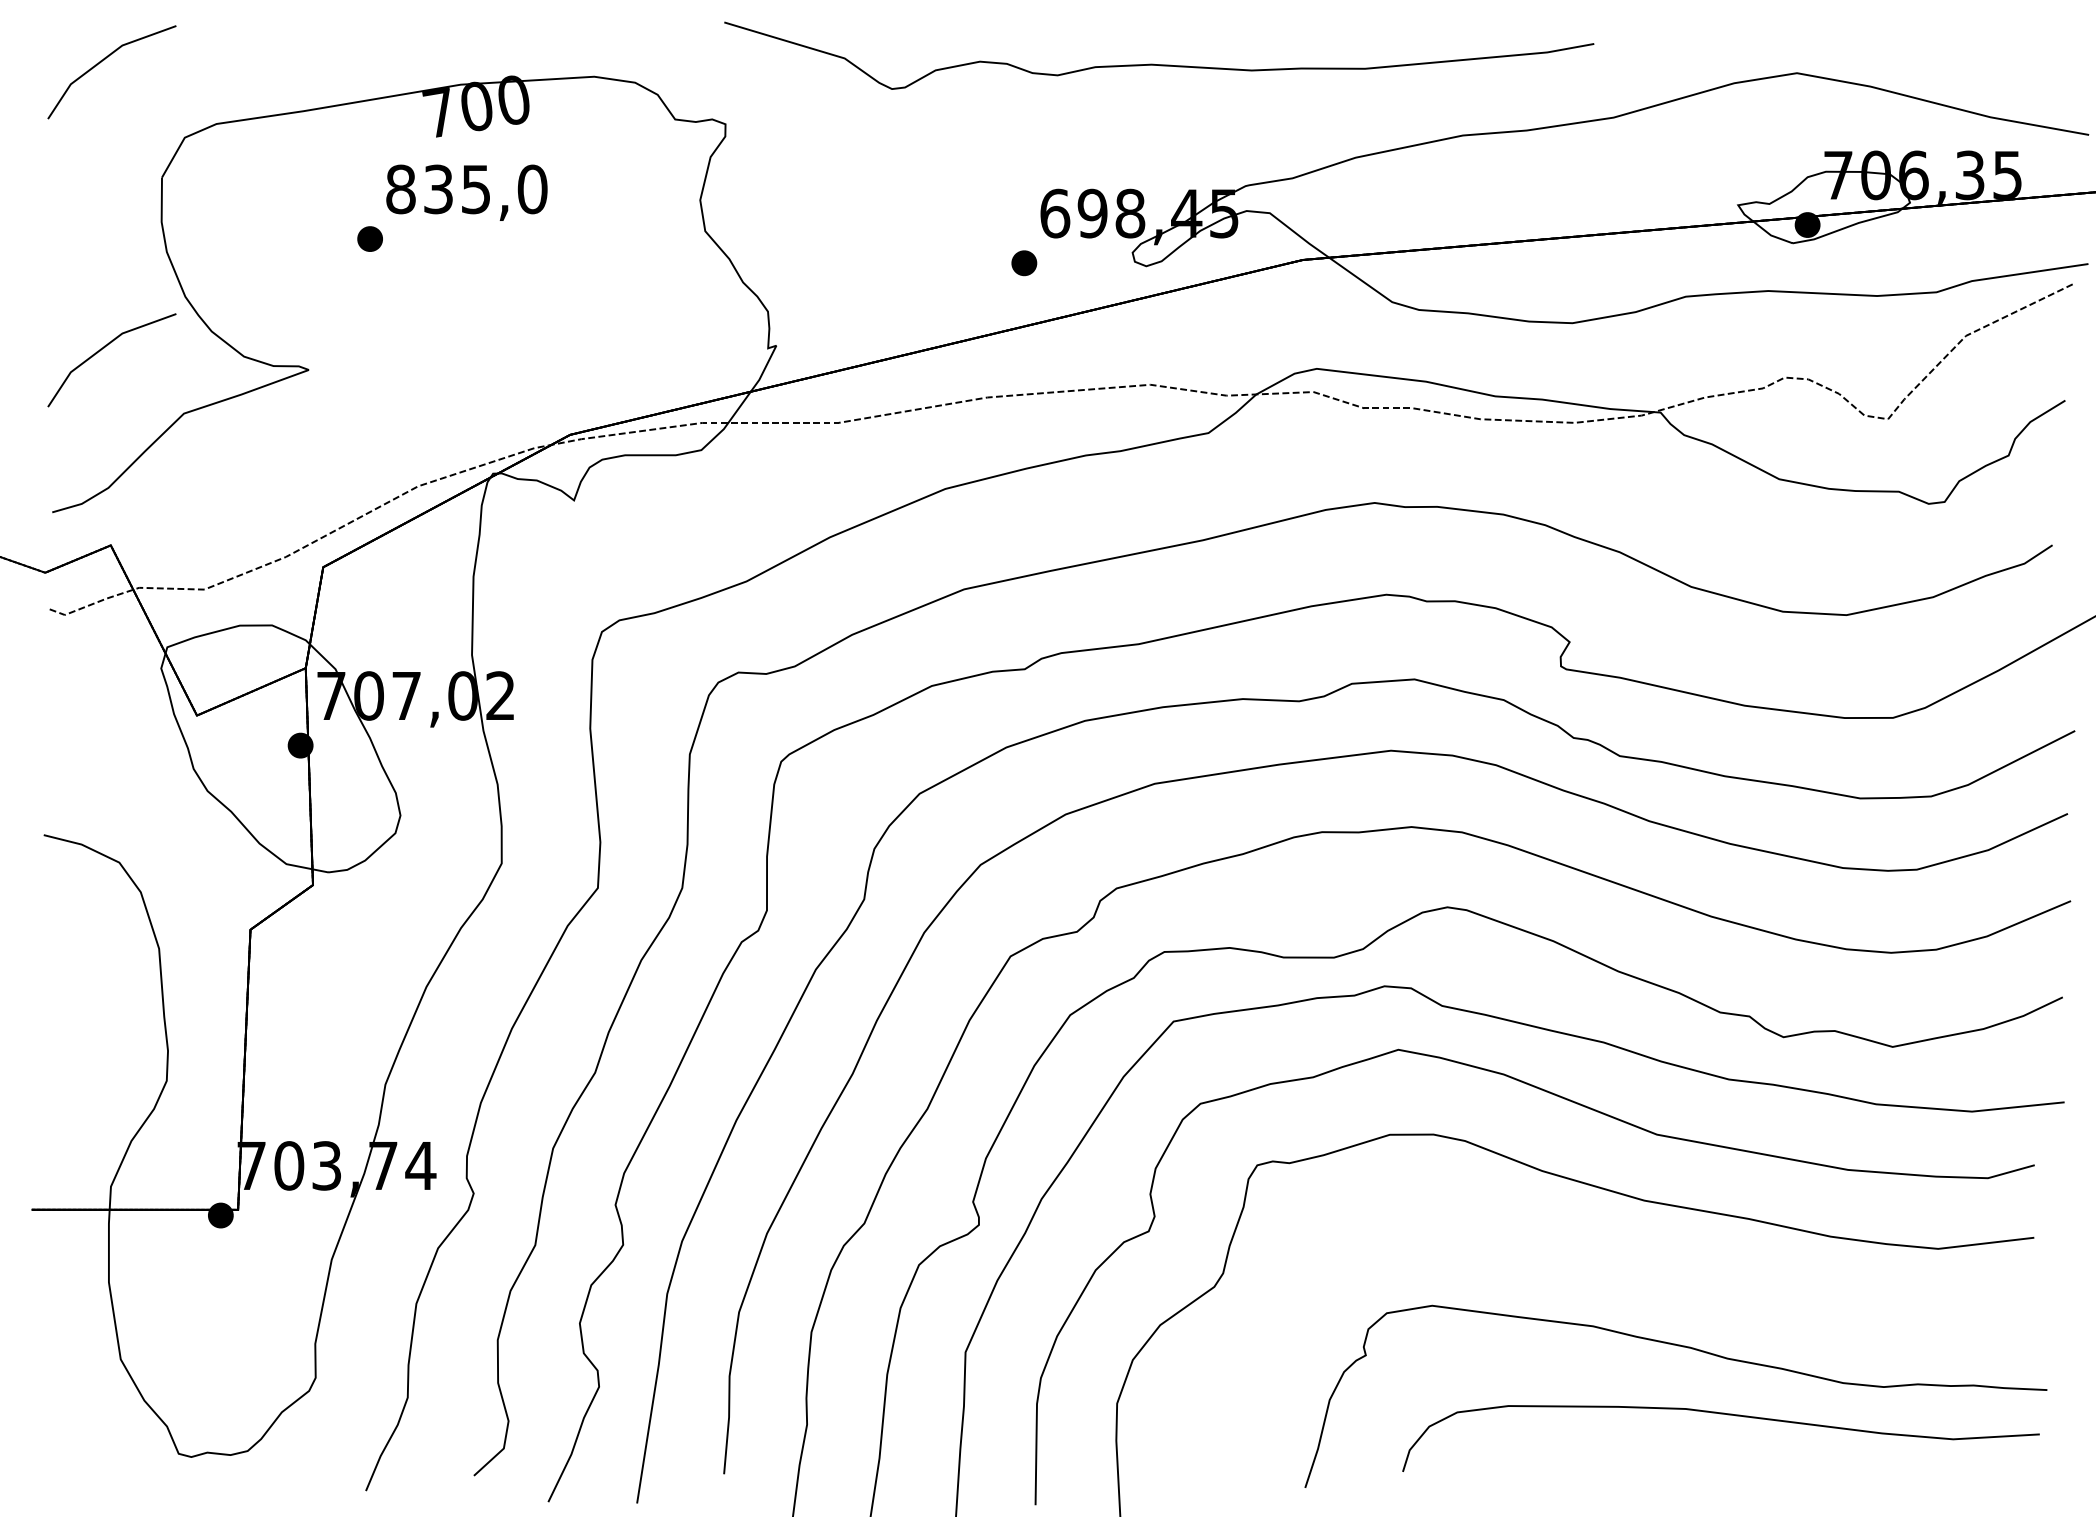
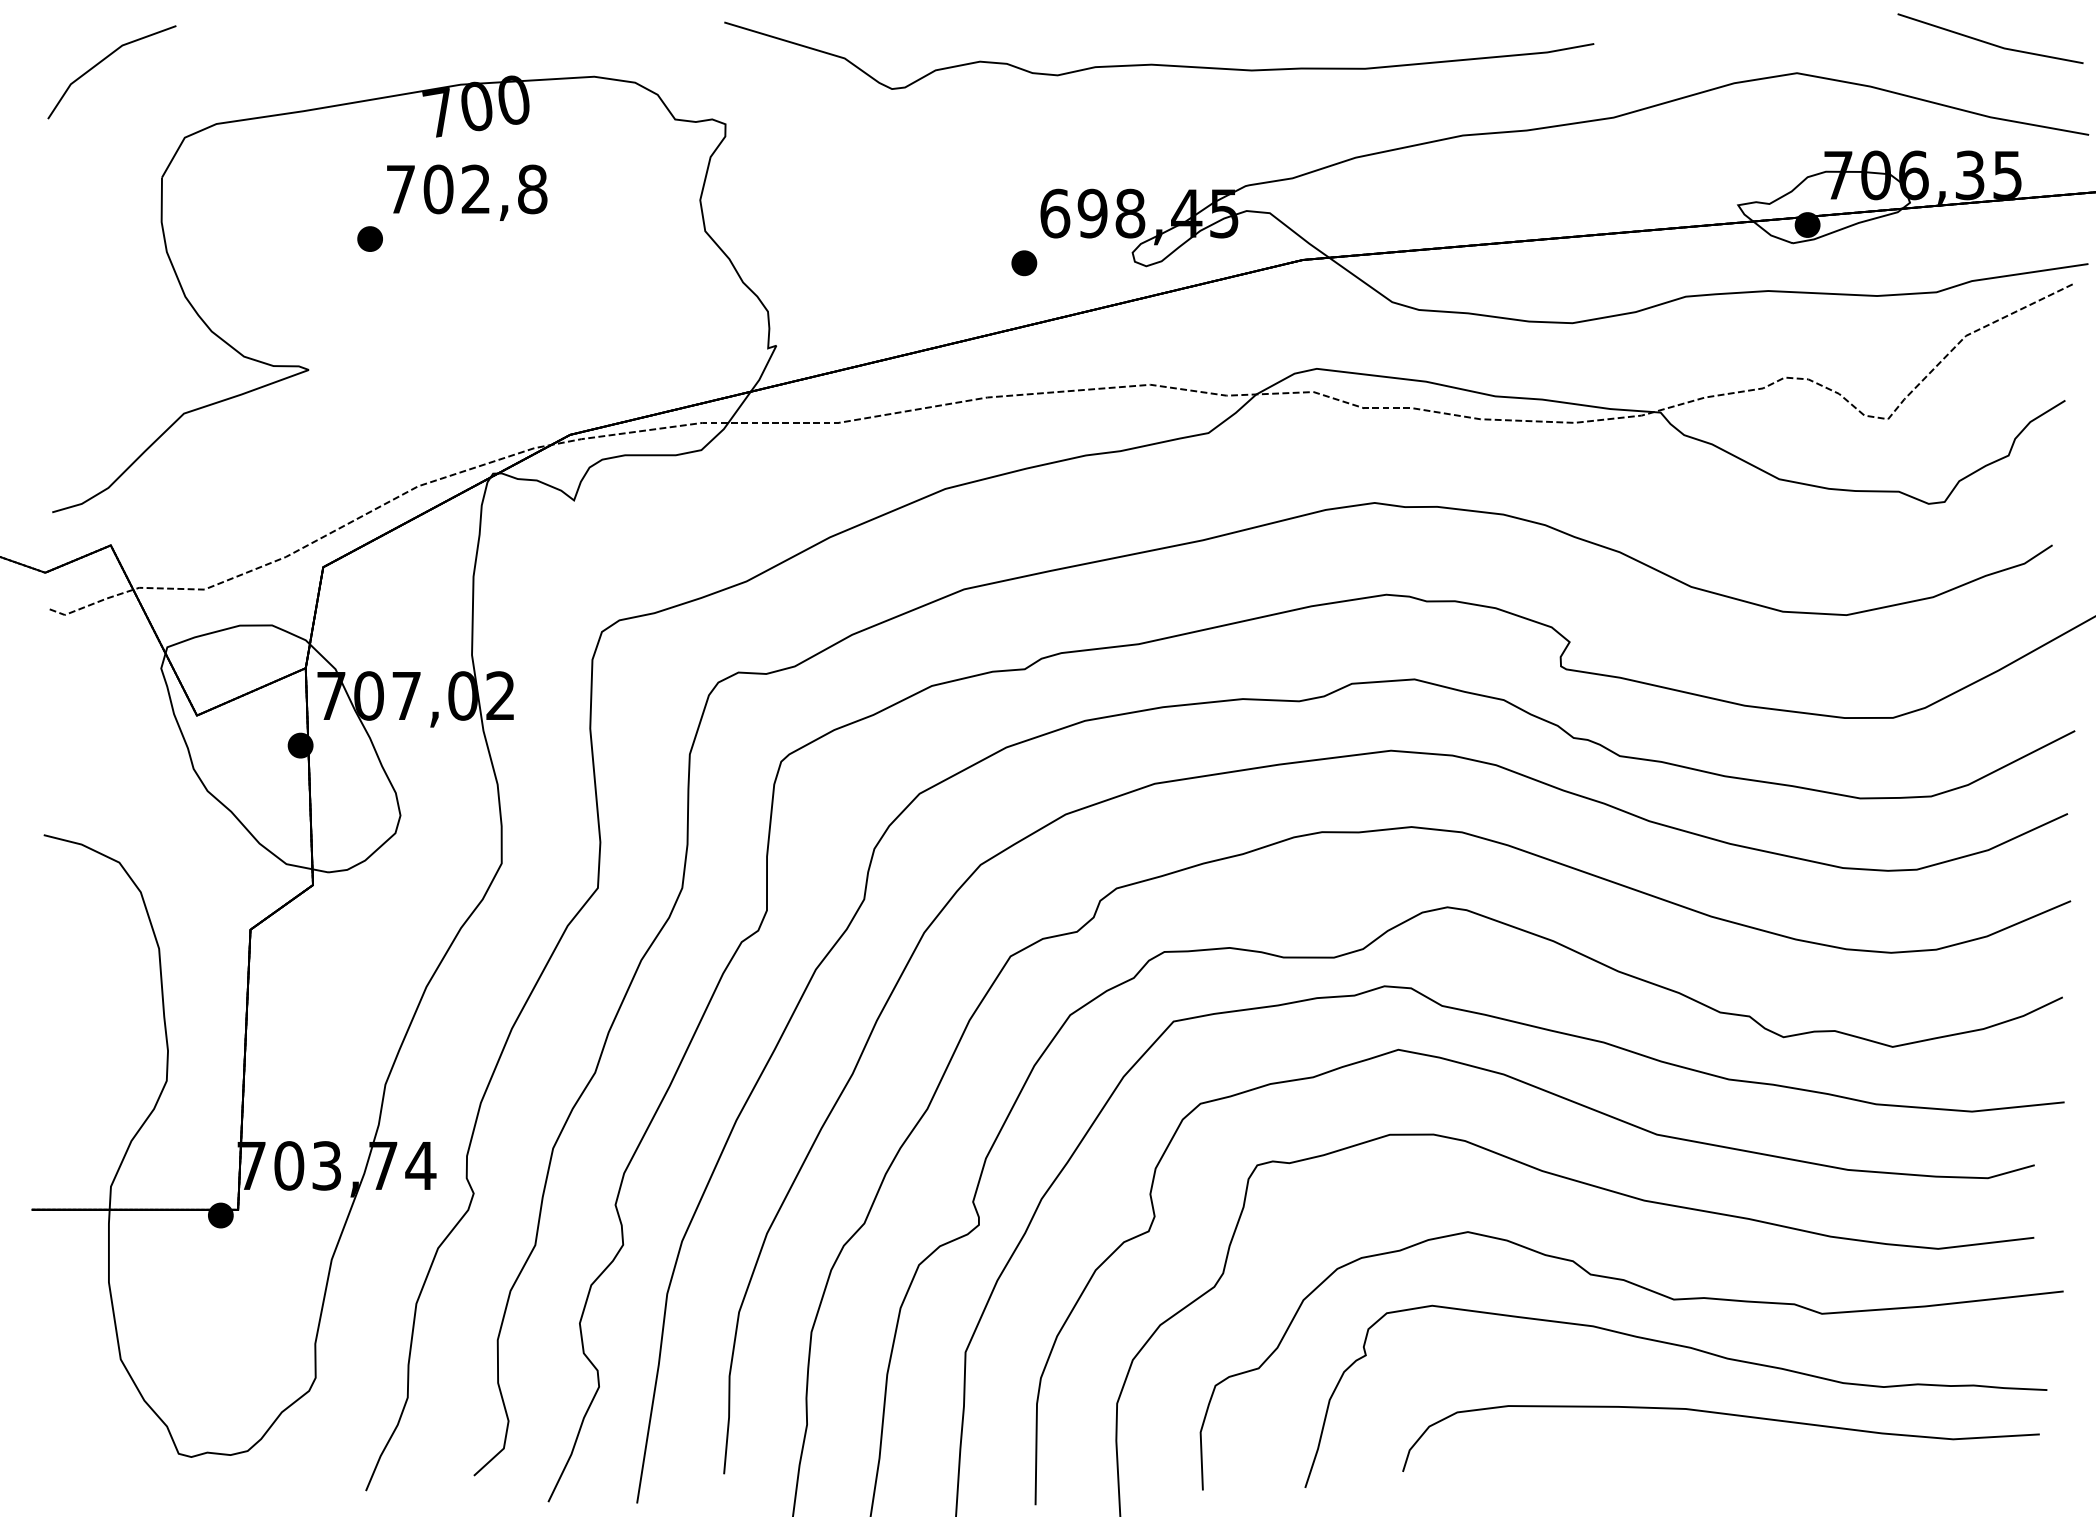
line at (1989, 42): none -> present
text at (466, 189): 835,0 -> 702,8
line at (104, 348): present -> none
part at (1657, 1294): none -> present
